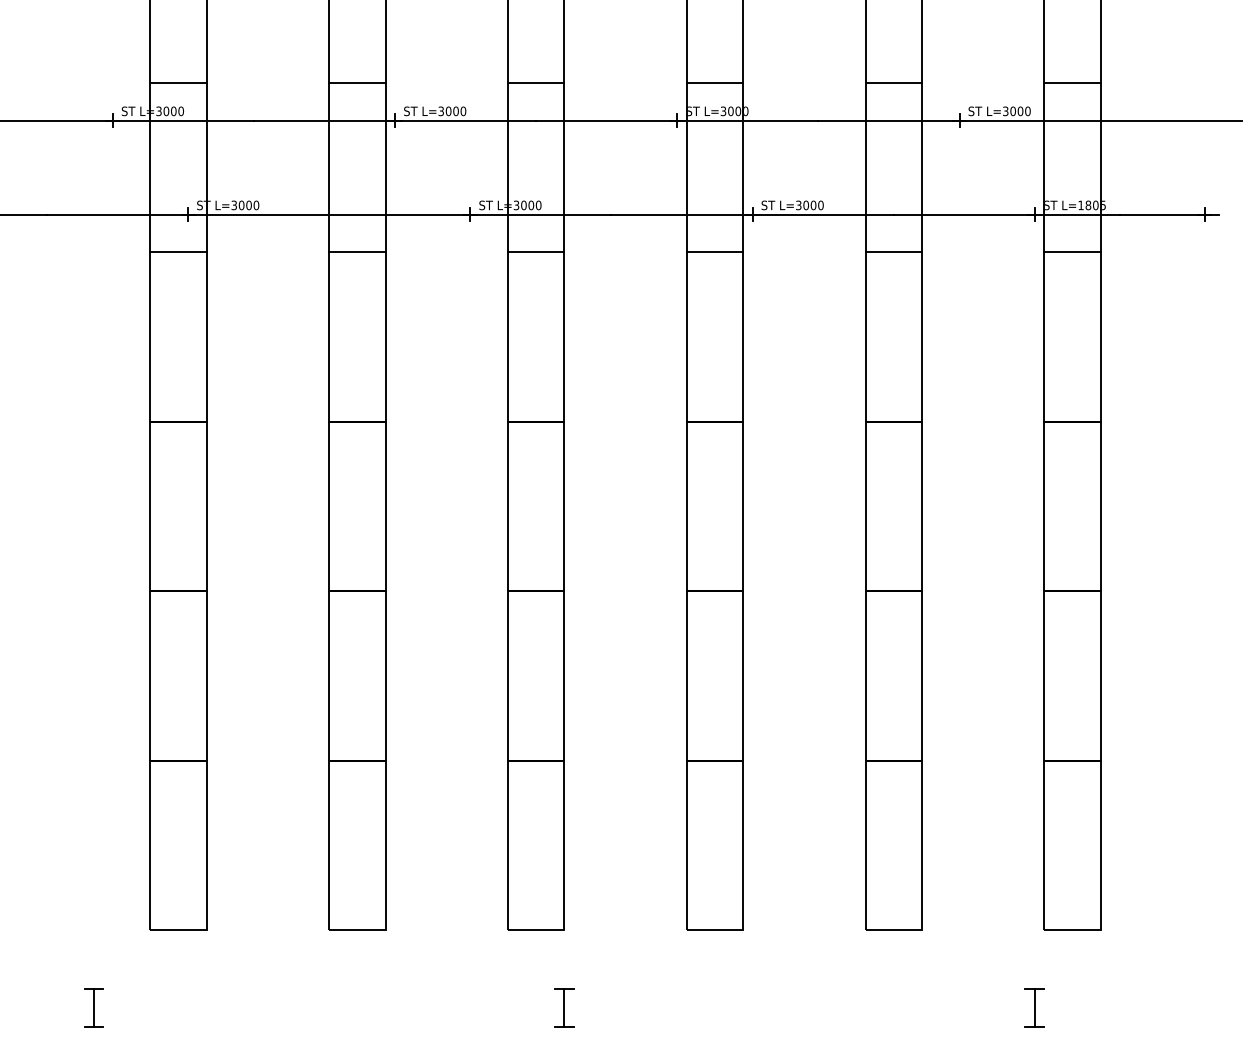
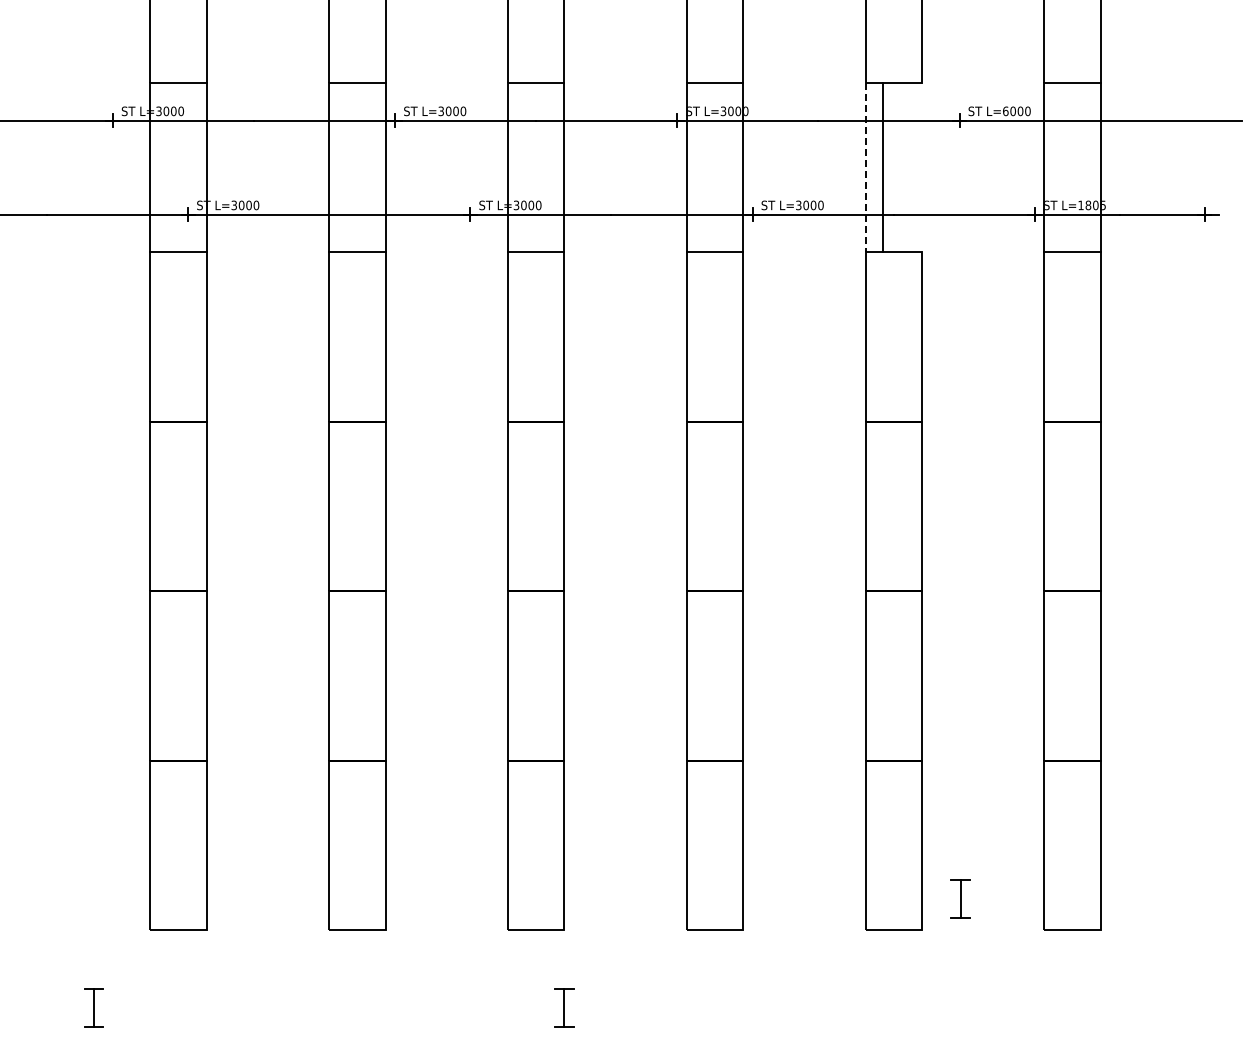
text at (1005, 111): L=3000 -> L=6000
line at (865, 167): solid -> dashed
line at (921, 167) position: (921, 167) -> (882, 167)
part at (1034, 1007) position: (1034, 1007) -> (960, 898)
